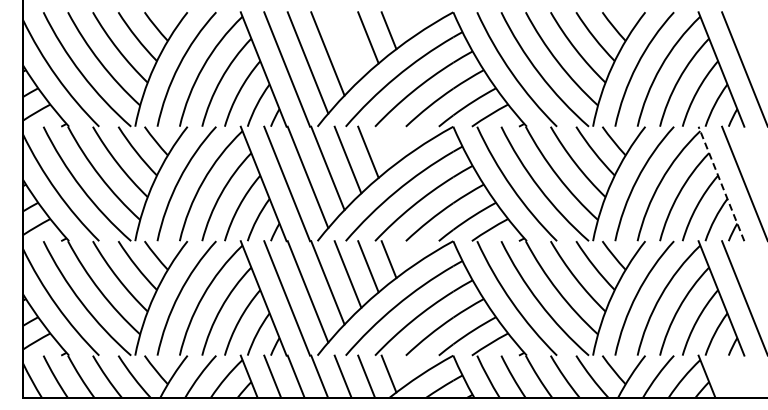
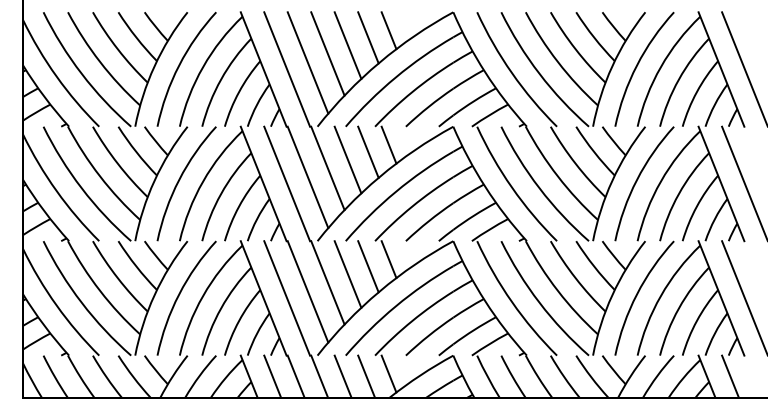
line at (347, 45): none -> present
line at (388, 144): none -> present
line at (721, 183): dashed -> solid
line at (730, 376): none -> present
